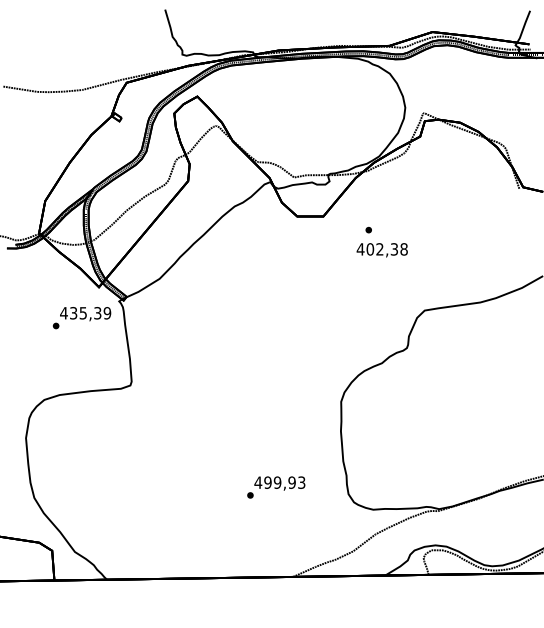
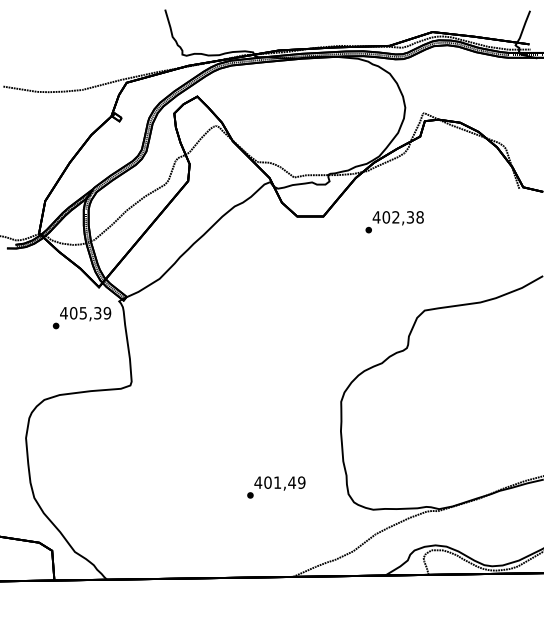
text at (381, 250) position: (381, 250) -> (397, 218)
text at (73, 313): 435,39 -> 405,39
text at (284, 482): 499,93 -> 401,49
